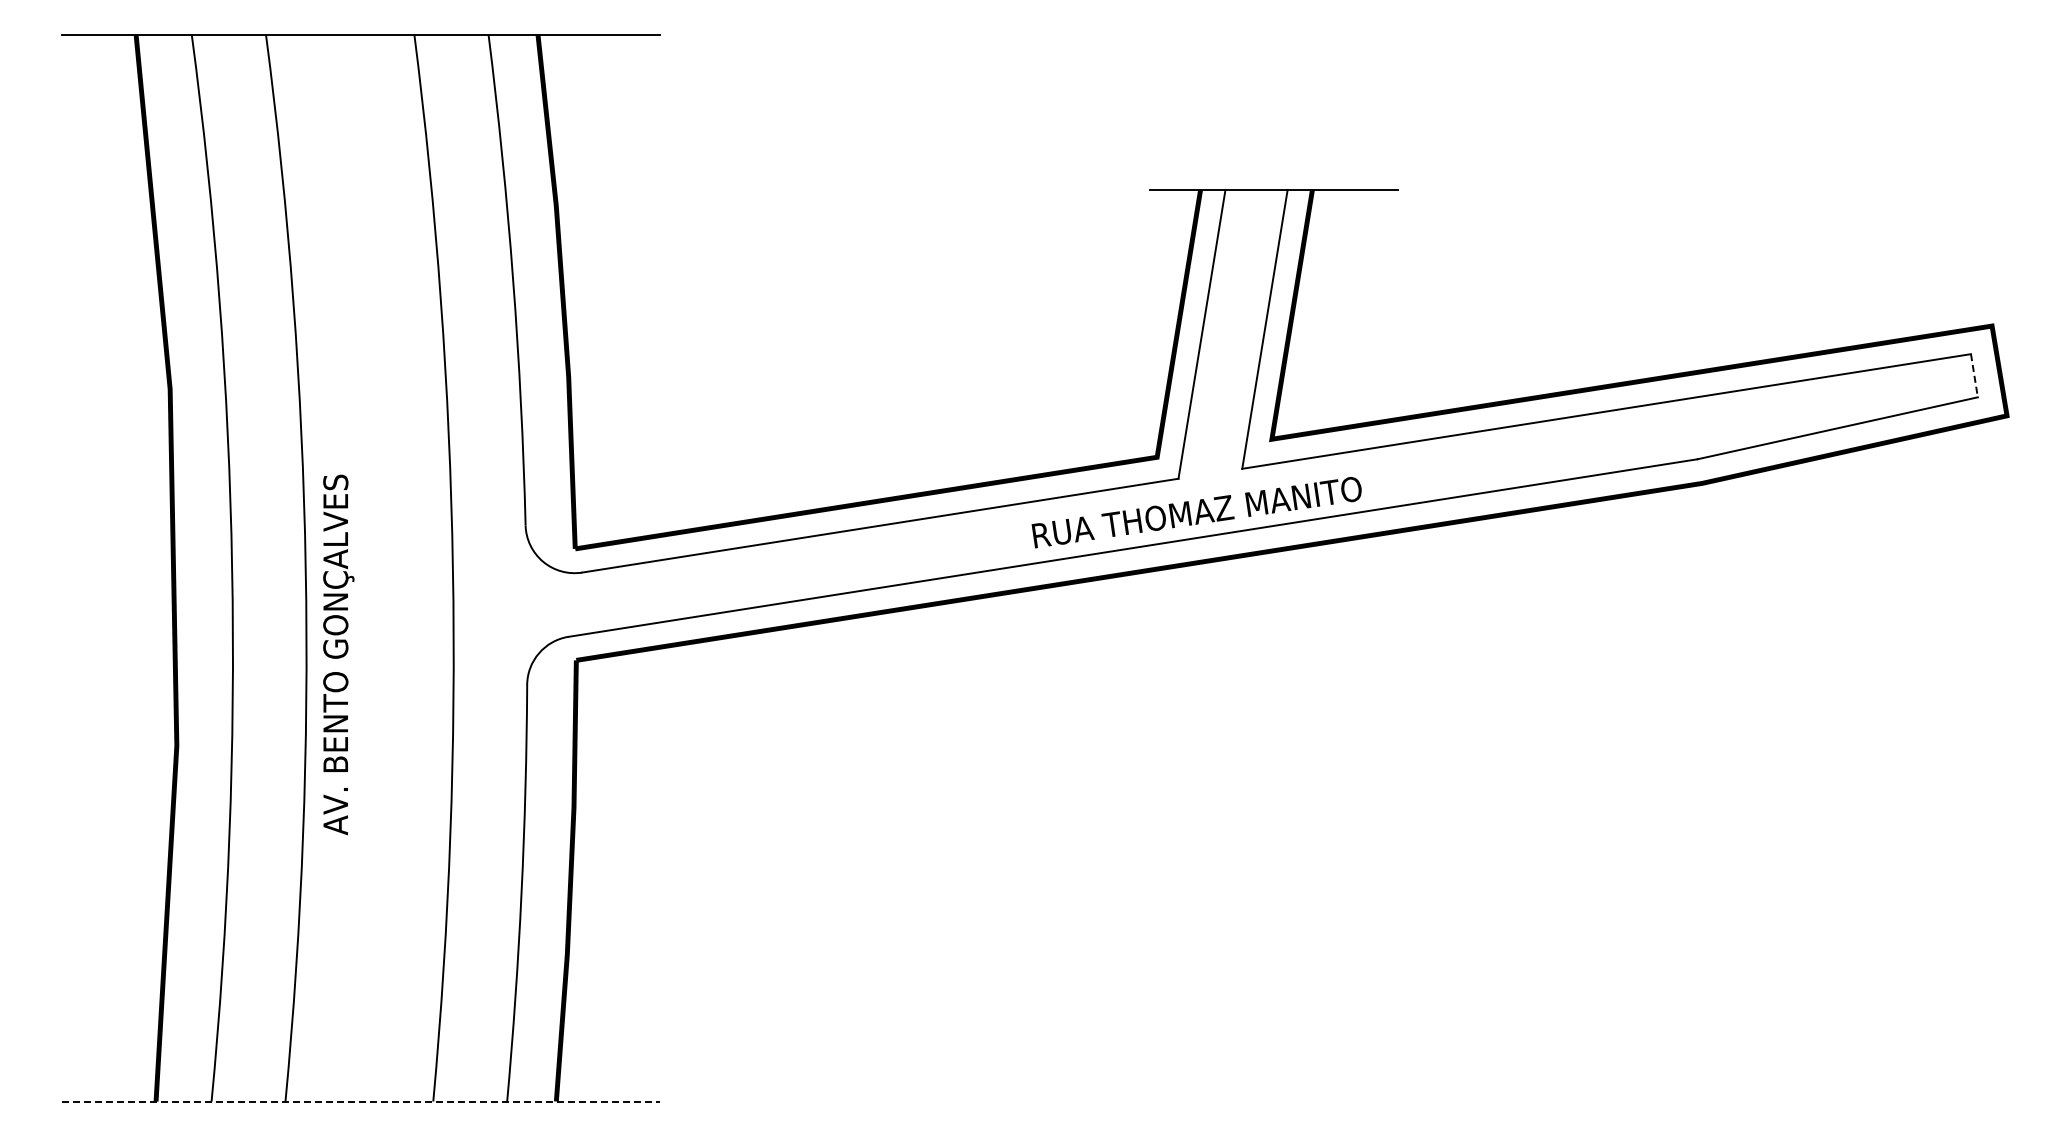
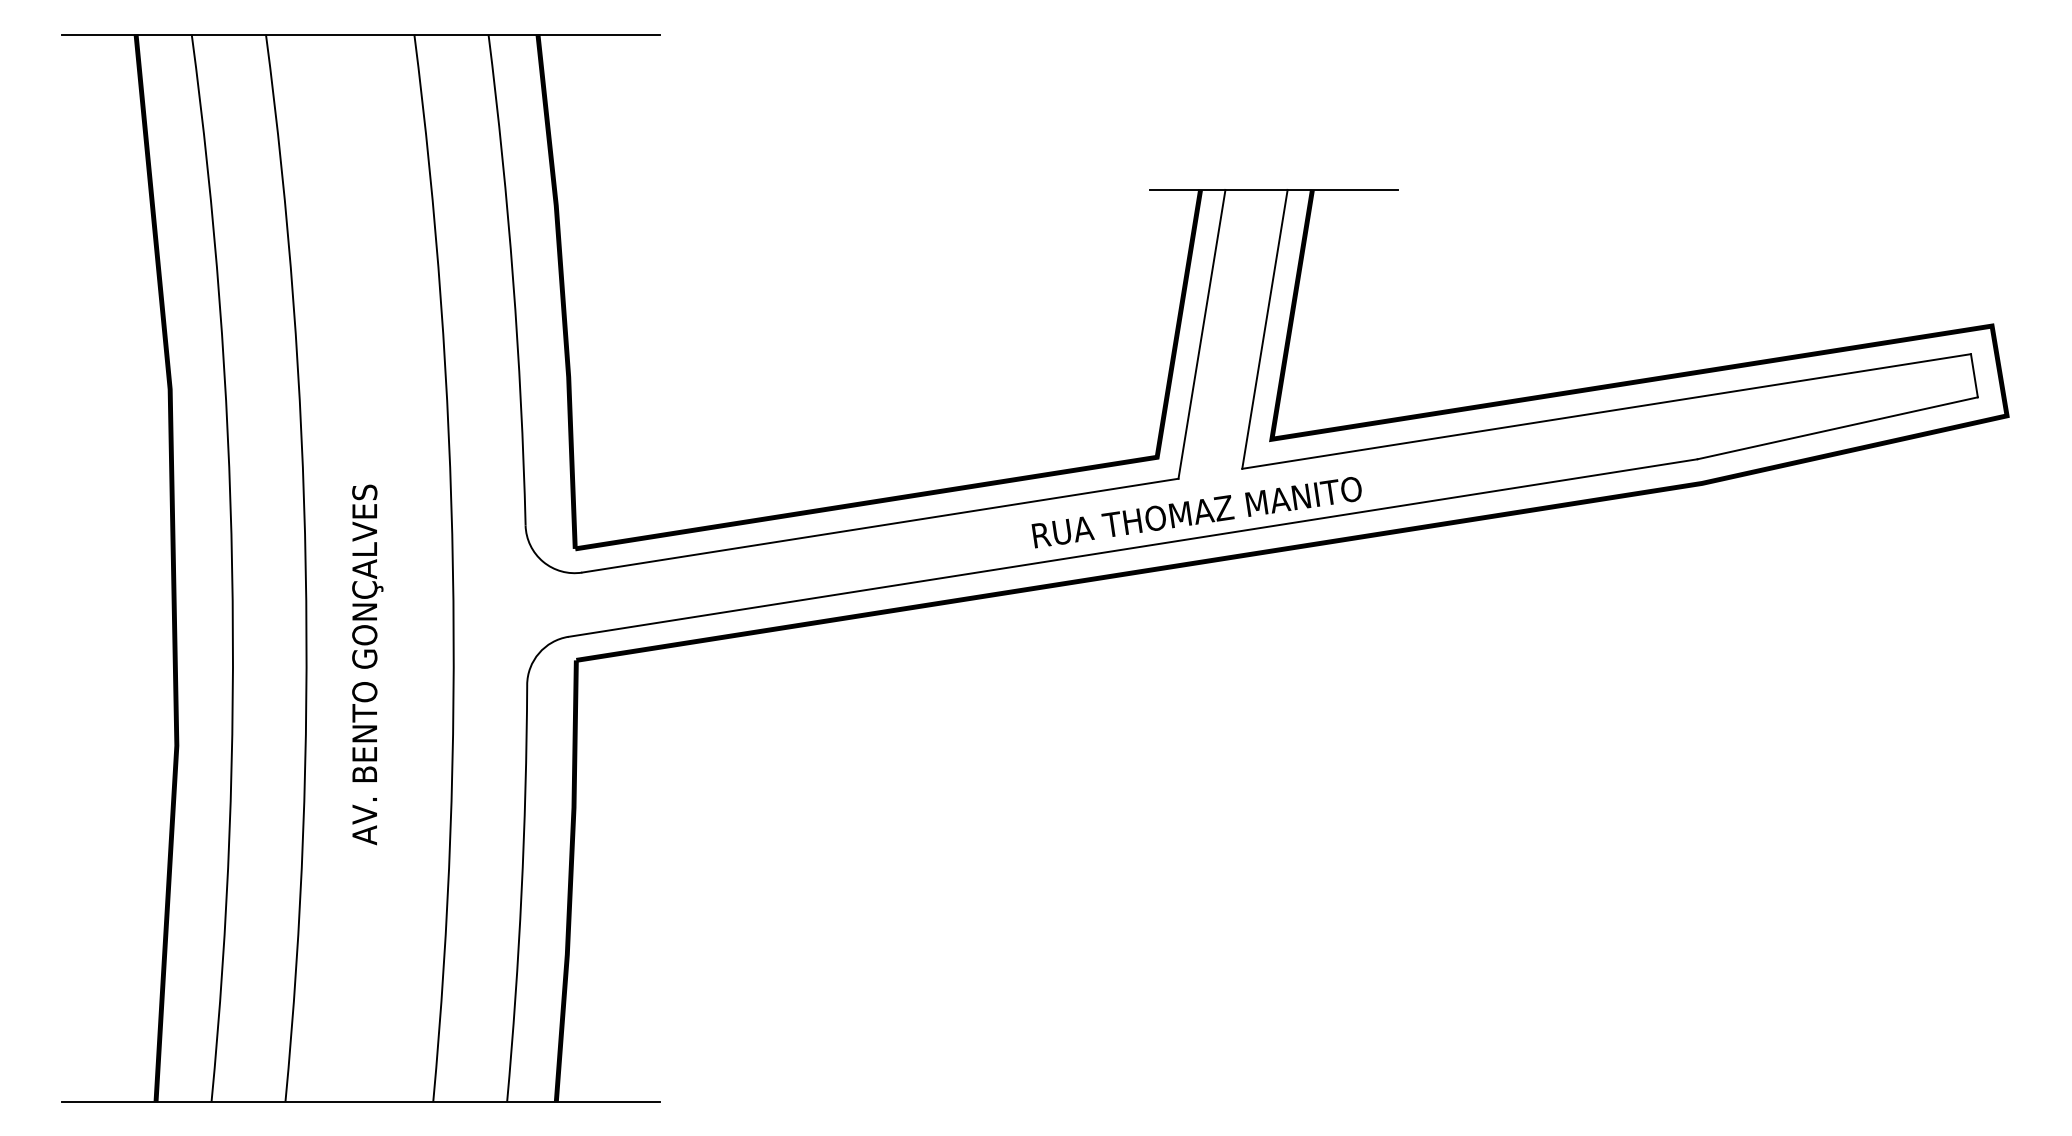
line at (1974, 375): dashed -> solid
text at (338, 654) position: (338, 654) -> (367, 664)
line at (361, 1101): dashed -> solid
